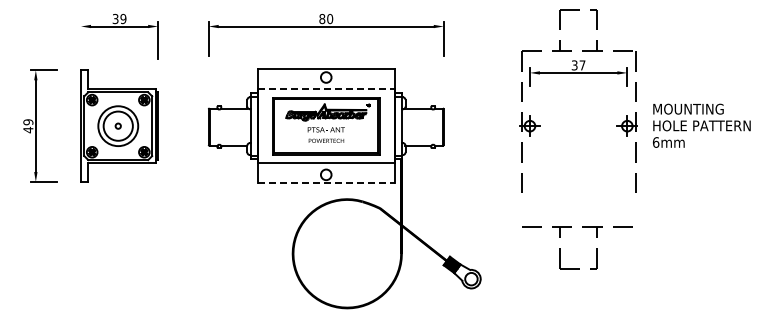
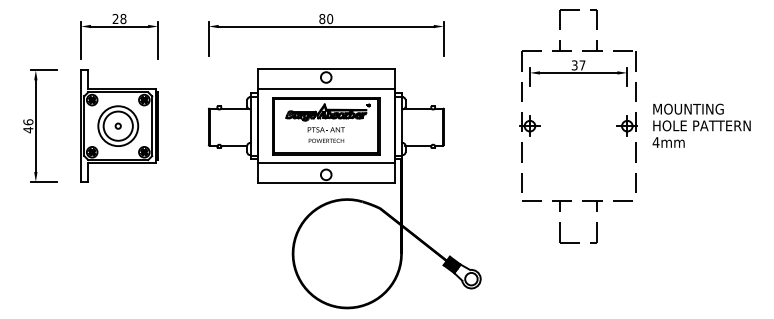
text at (119, 19): 39 -> 28
line at (81, 40): none -> present
line at (326, 88): dashed -> solid
text at (28, 122): 49 -> 46
text at (655, 142): 6mm -> 4mm
line at (326, 183): dashed -> solid
part at (560, 248) position: (560, 248) -> (560, 222)
